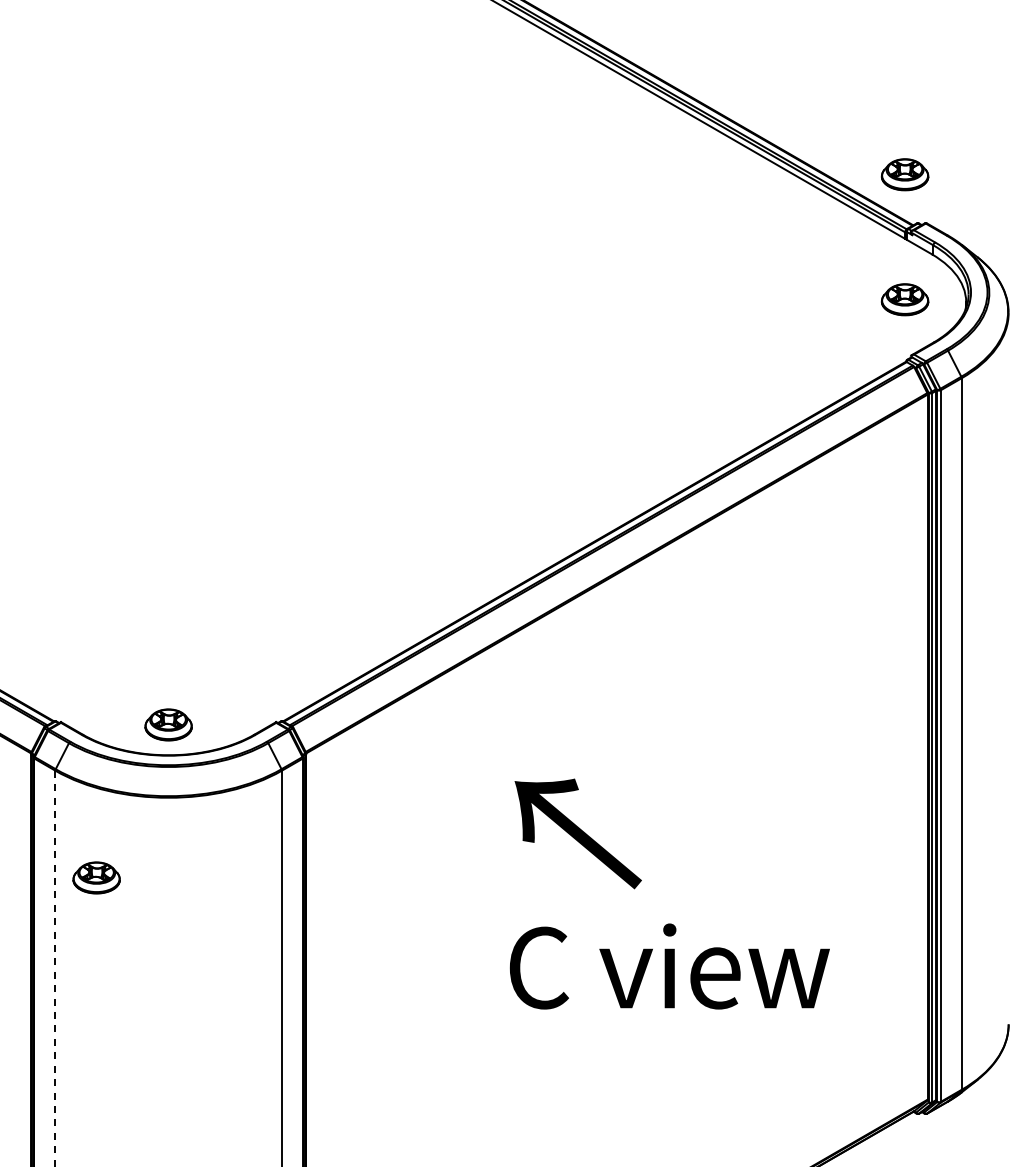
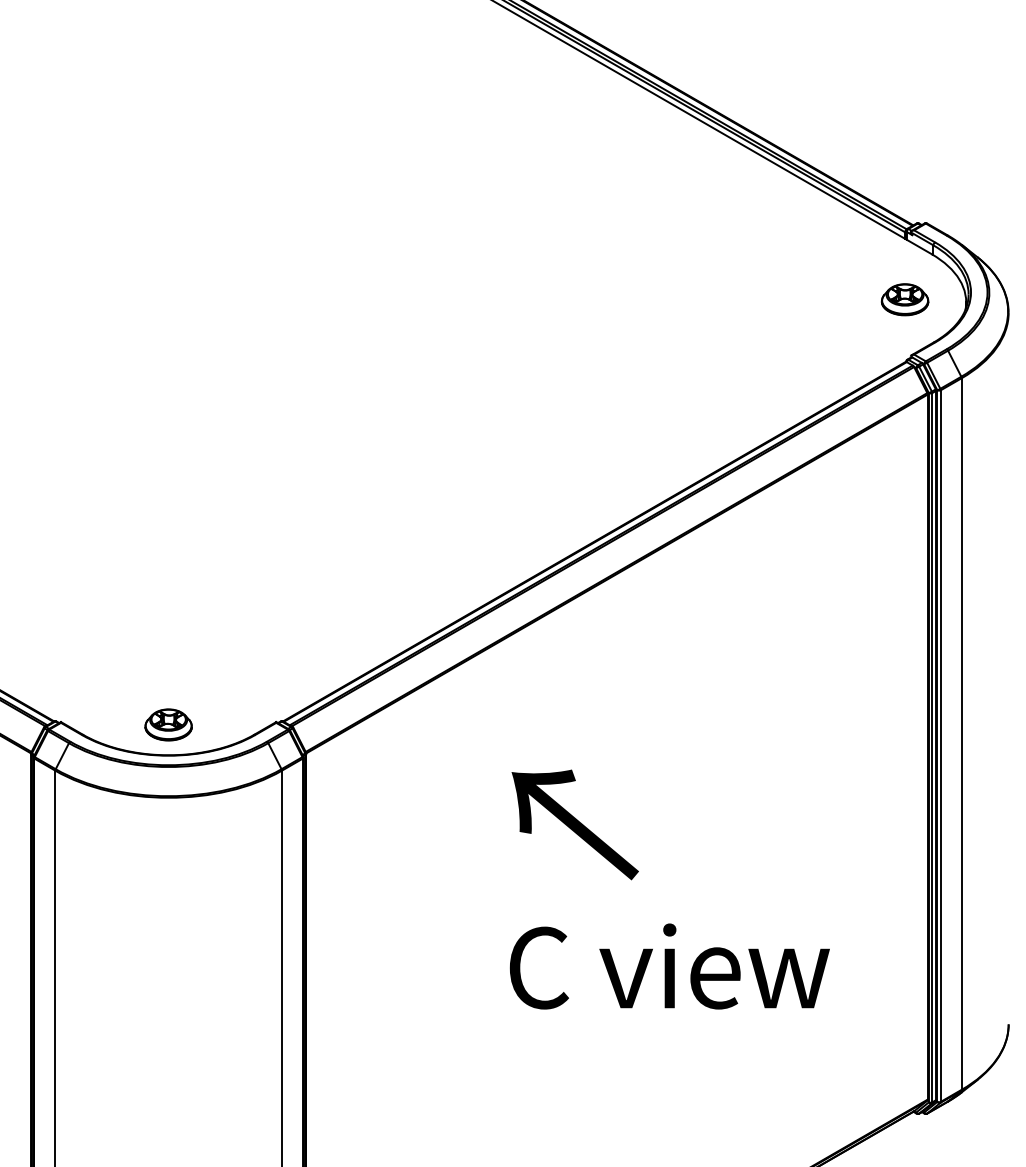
part at (904, 174): present -> none
text at (577, 833) position: (577, 833) -> (574, 824)
part at (96, 877): present -> none
line at (55, 968): dashed -> solid
